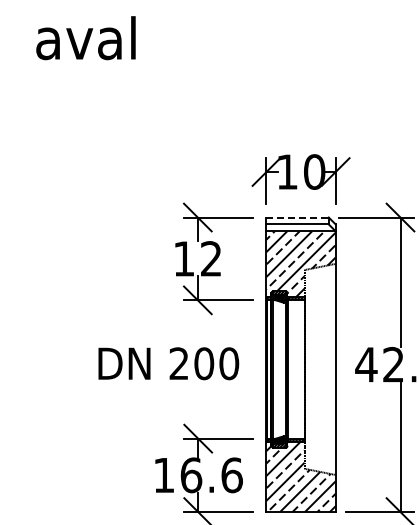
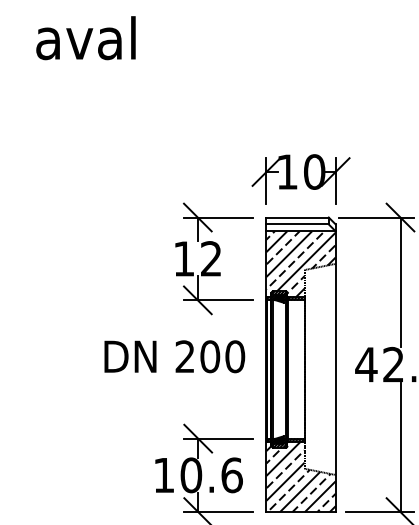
line at (298, 217): dashed -> solid
text at (168, 363) position: (168, 363) -> (174, 356)
text at (191, 475): 16.6 -> 10.6
